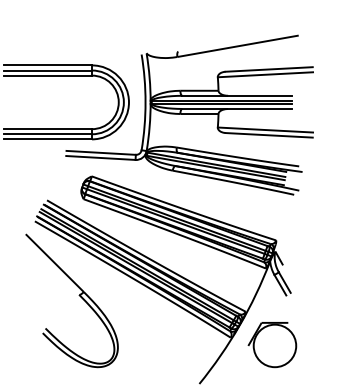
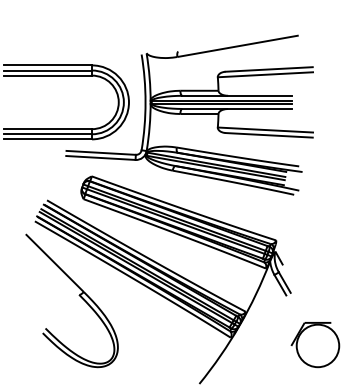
part at (272, 345) position: (272, 345) -> (315, 345)
